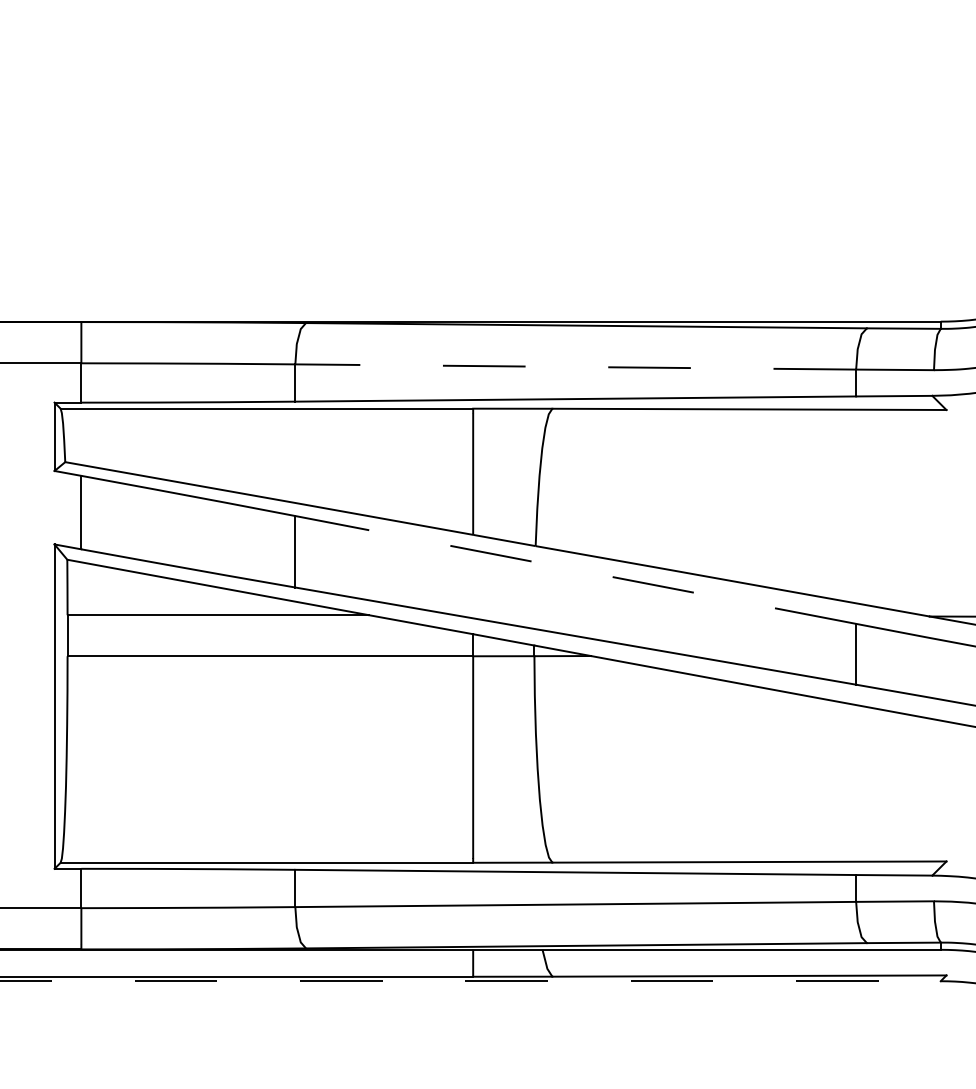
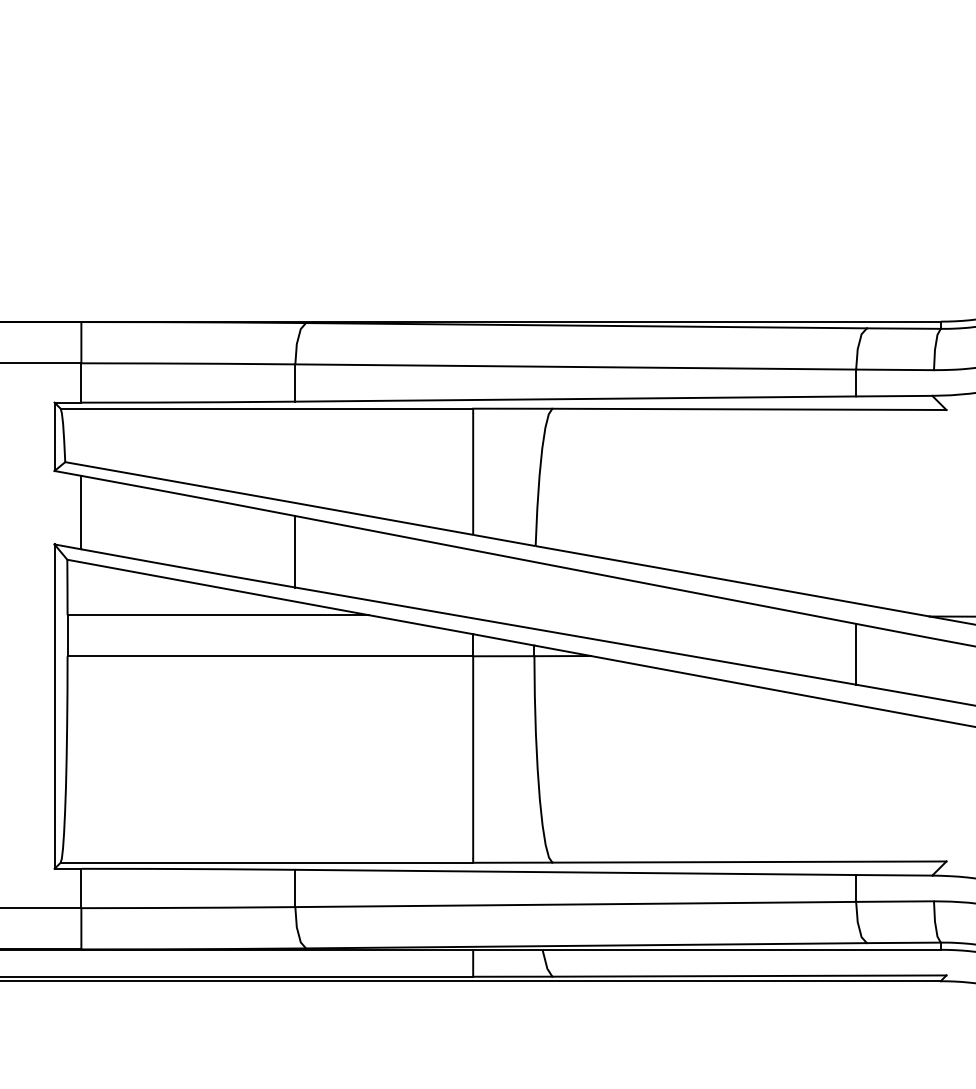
line at (575, 366): dashed -> solid
line at (575, 569): dashed -> solid
line at (470, 981): dashed -> solid
